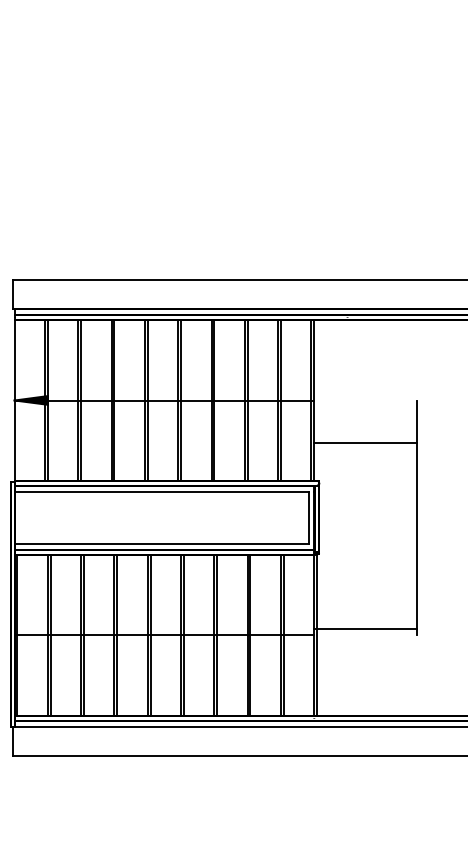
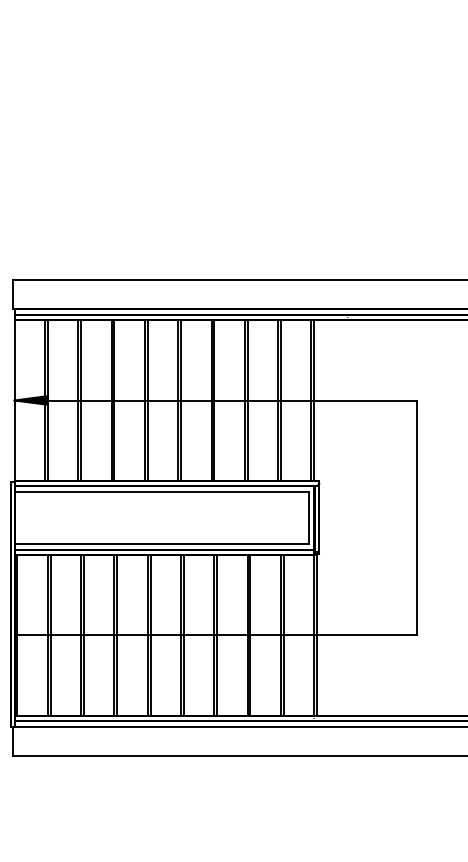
line at (365, 442) position: (365, 442) -> (365, 400)
line at (365, 629) position: (365, 629) -> (365, 635)
